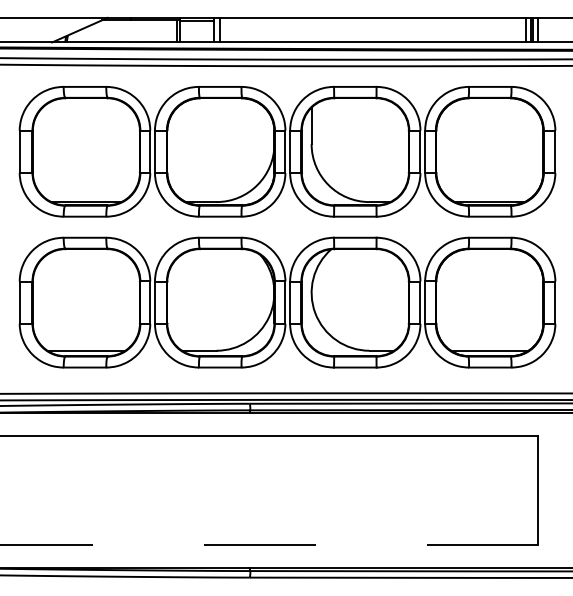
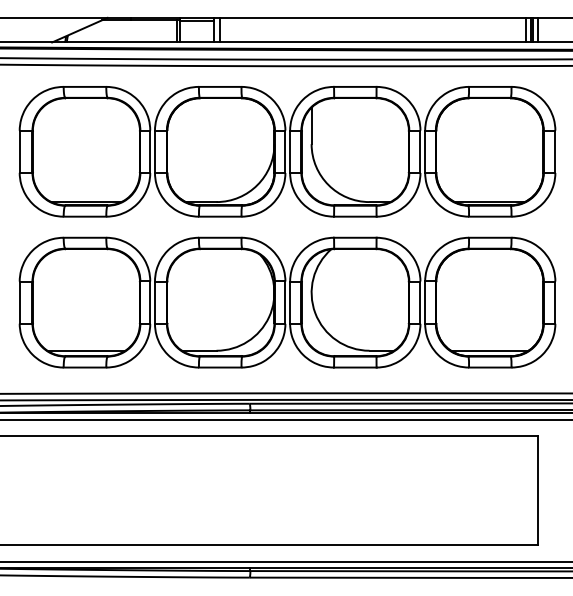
line at (285, 419): none -> present
line at (269, 545): dashed -> solid
line at (285, 561): none -> present
